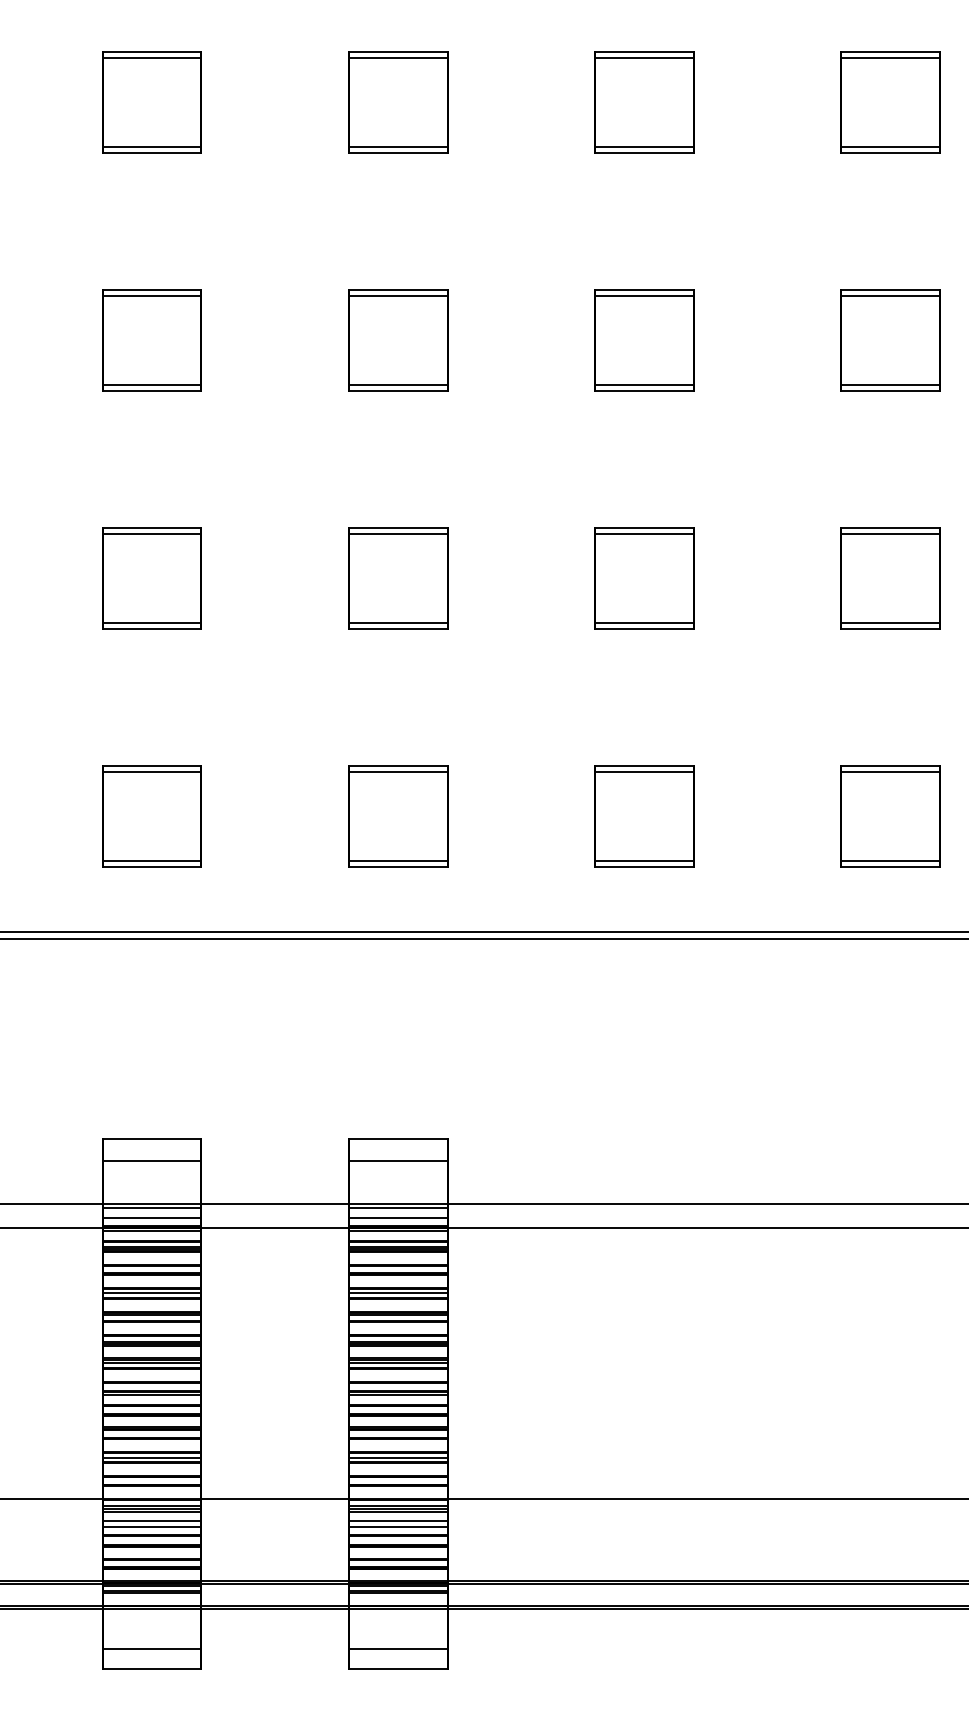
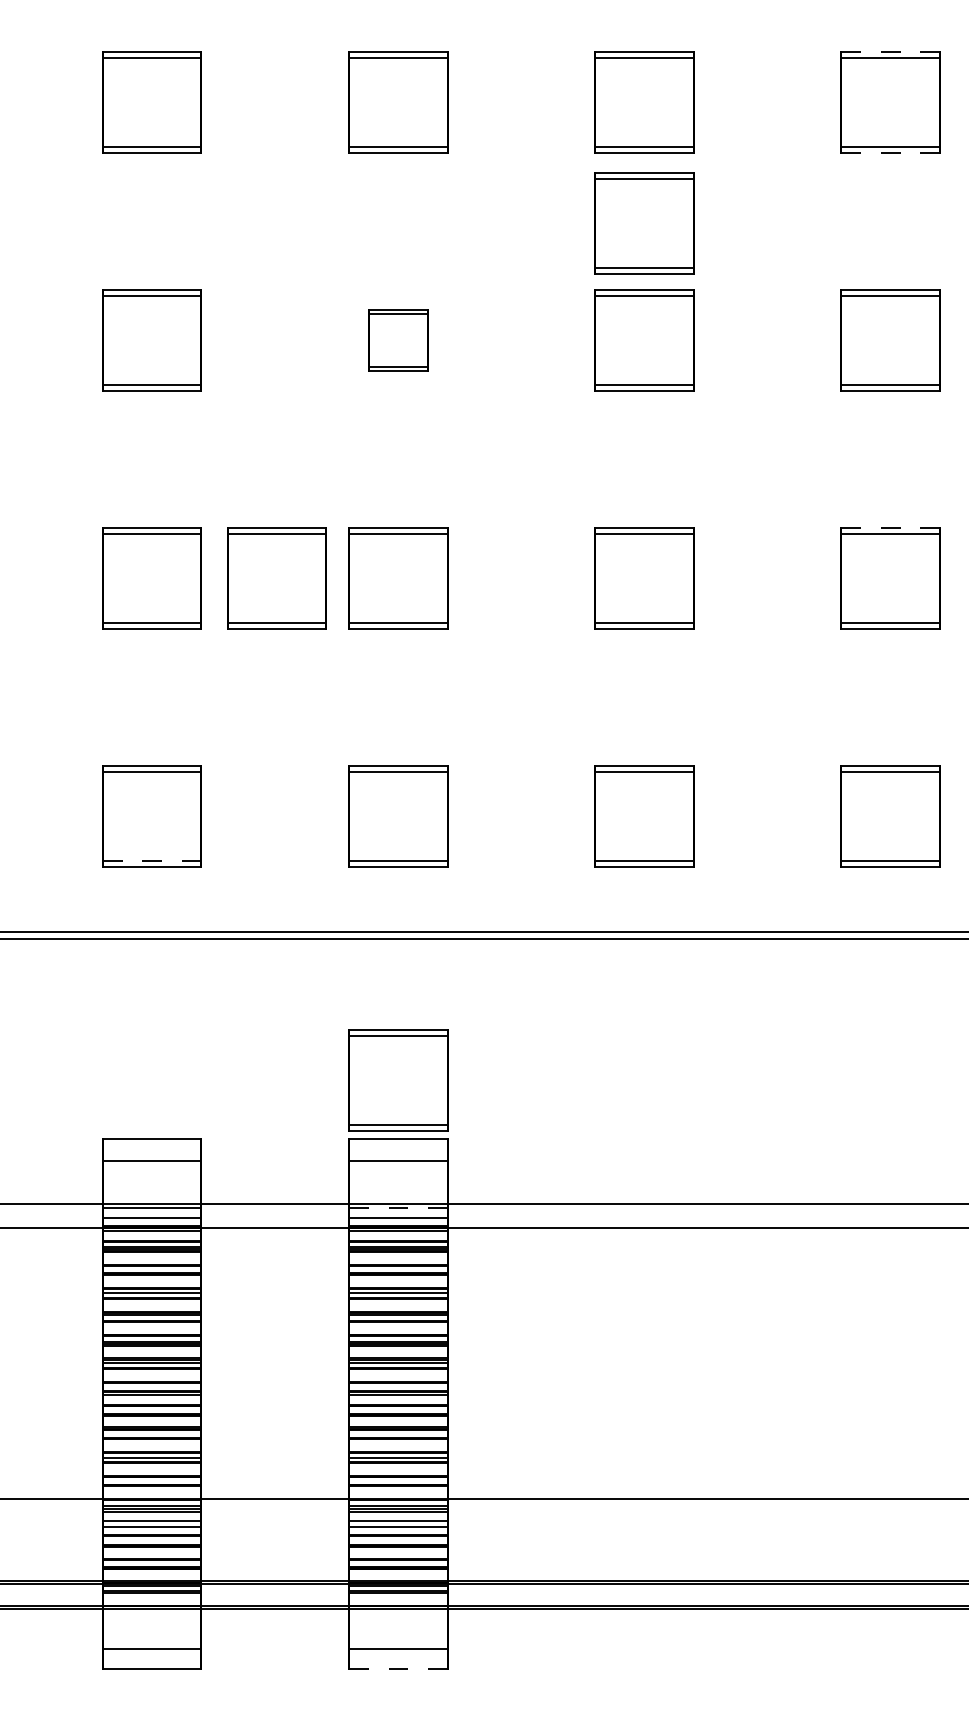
line at (891, 51): solid -> dashed
line at (890, 153): solid -> dashed
part at (644, 223): none -> present
part at (398, 340) size: 101x103 px -> 61x63 px
line at (891, 527): solid -> dashed
part at (276, 578): none -> present
line at (151, 861): solid -> dashed
part at (398, 1080): none -> present
line at (397, 1208): solid -> dashed
line at (397, 1669): solid -> dashed
